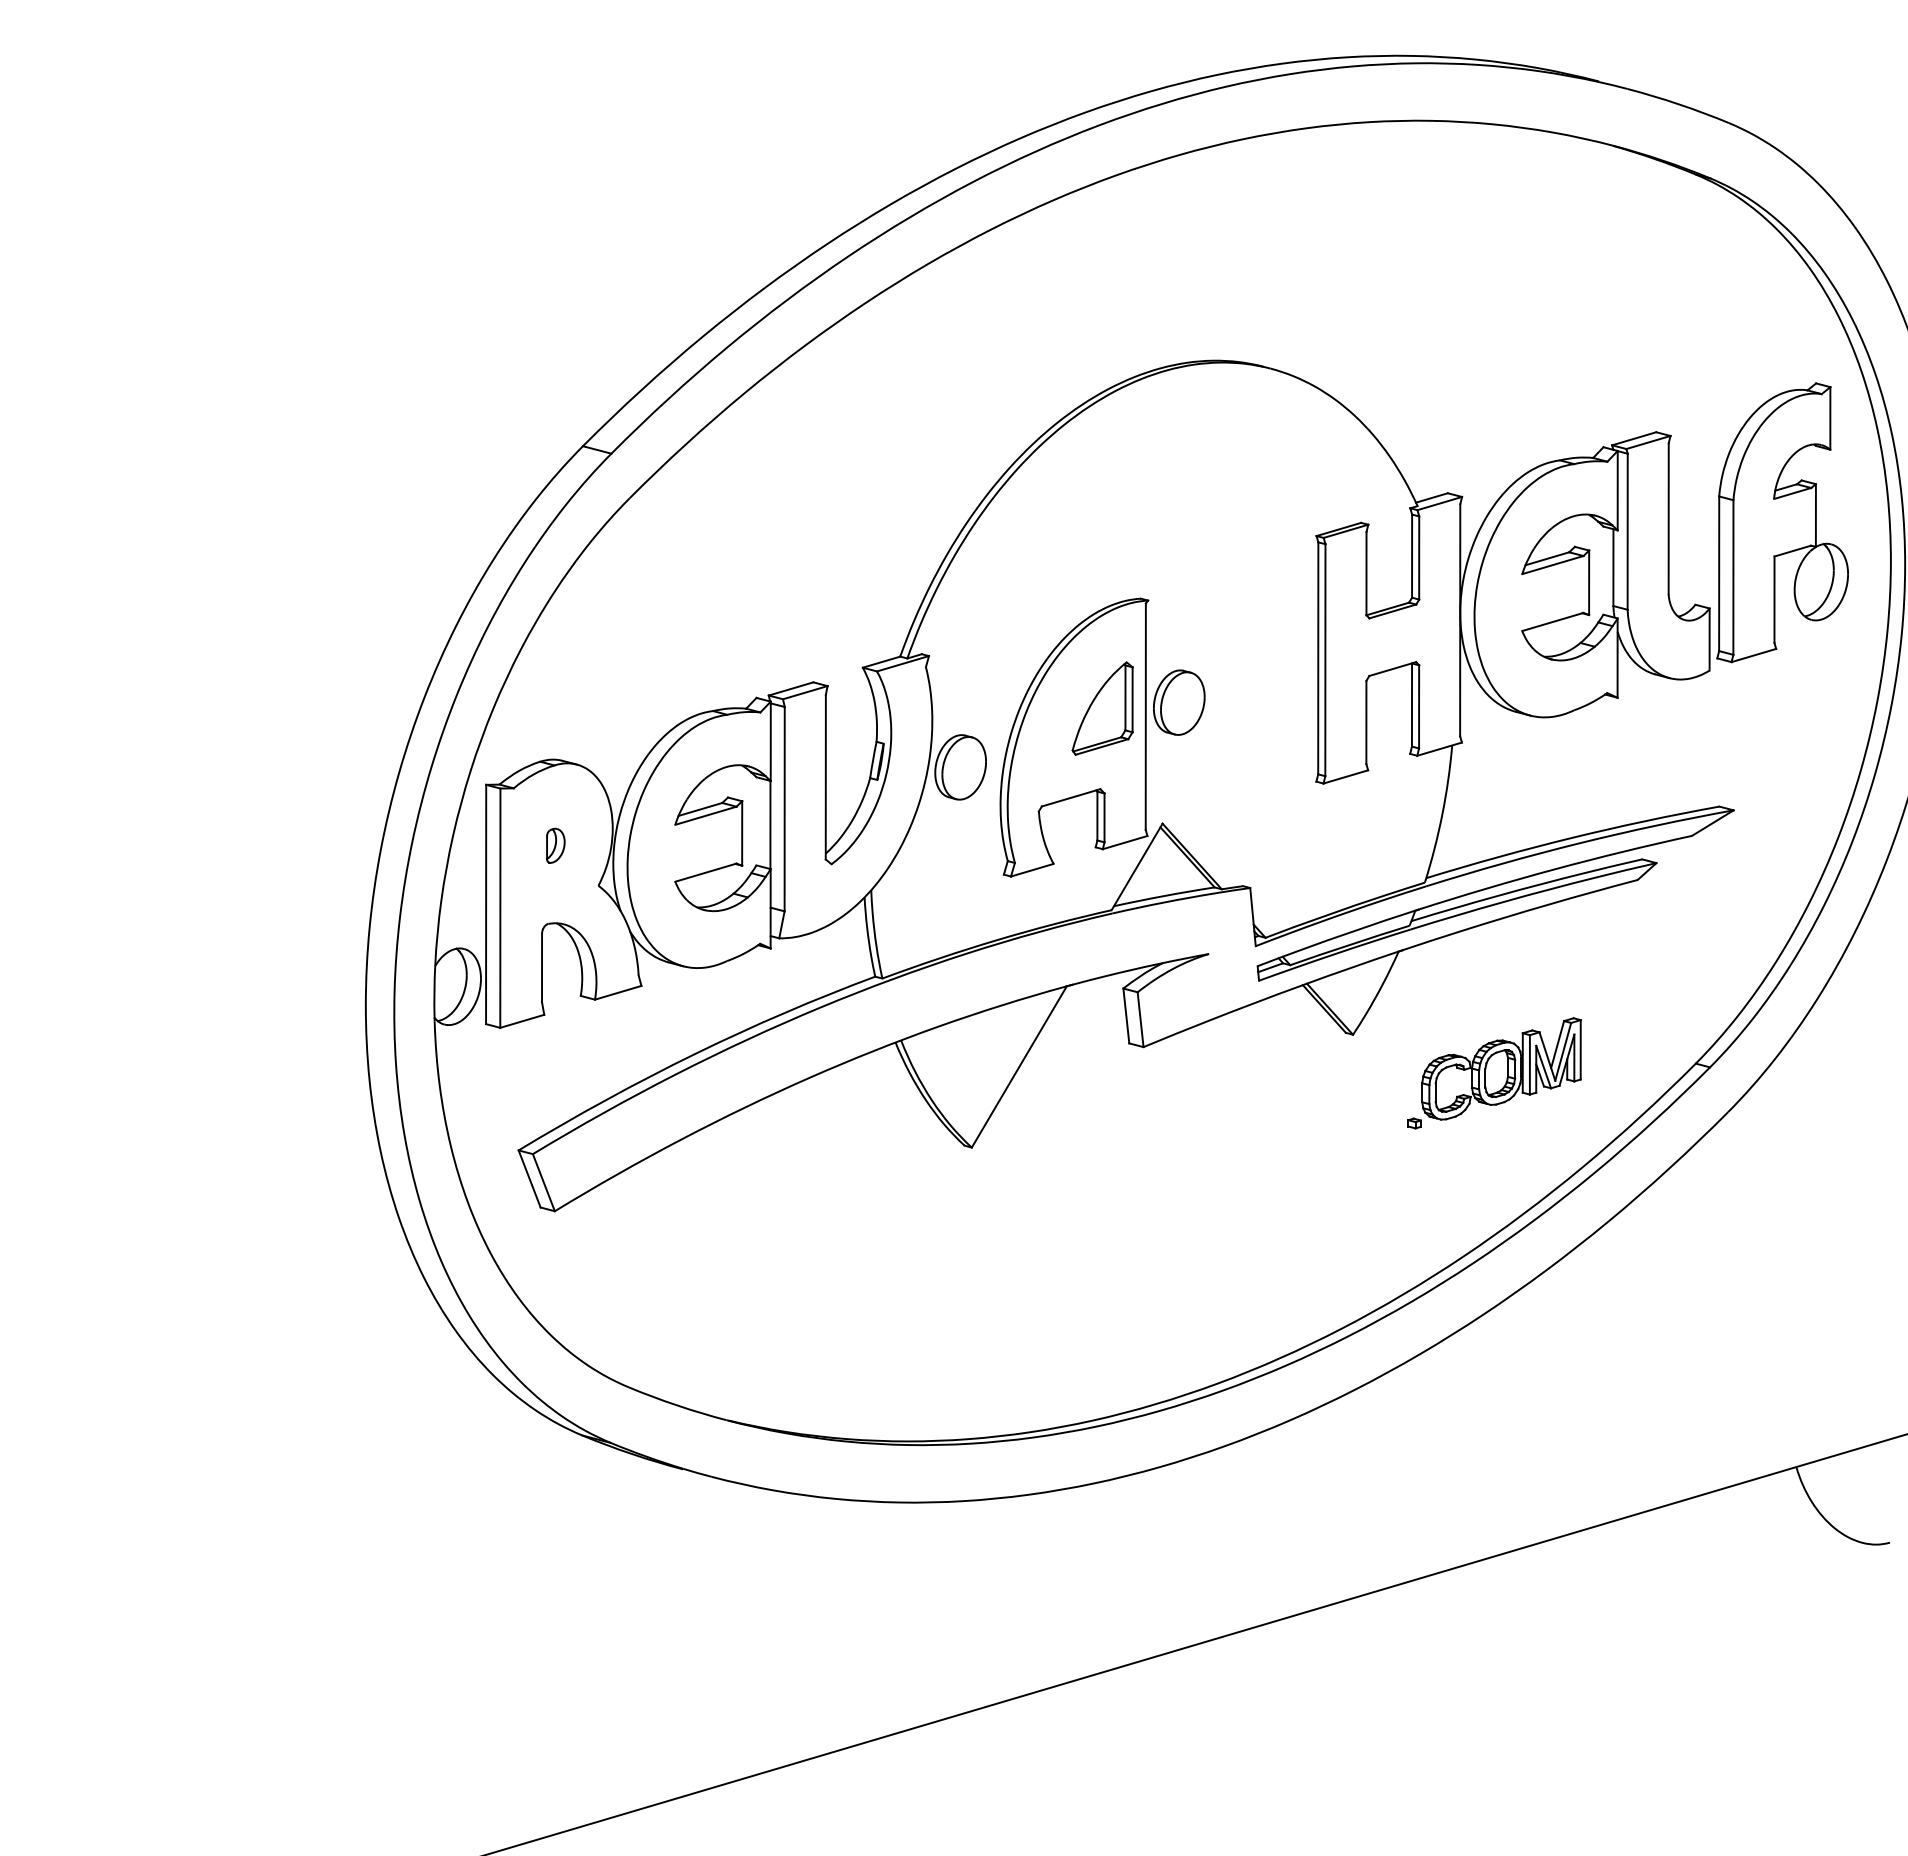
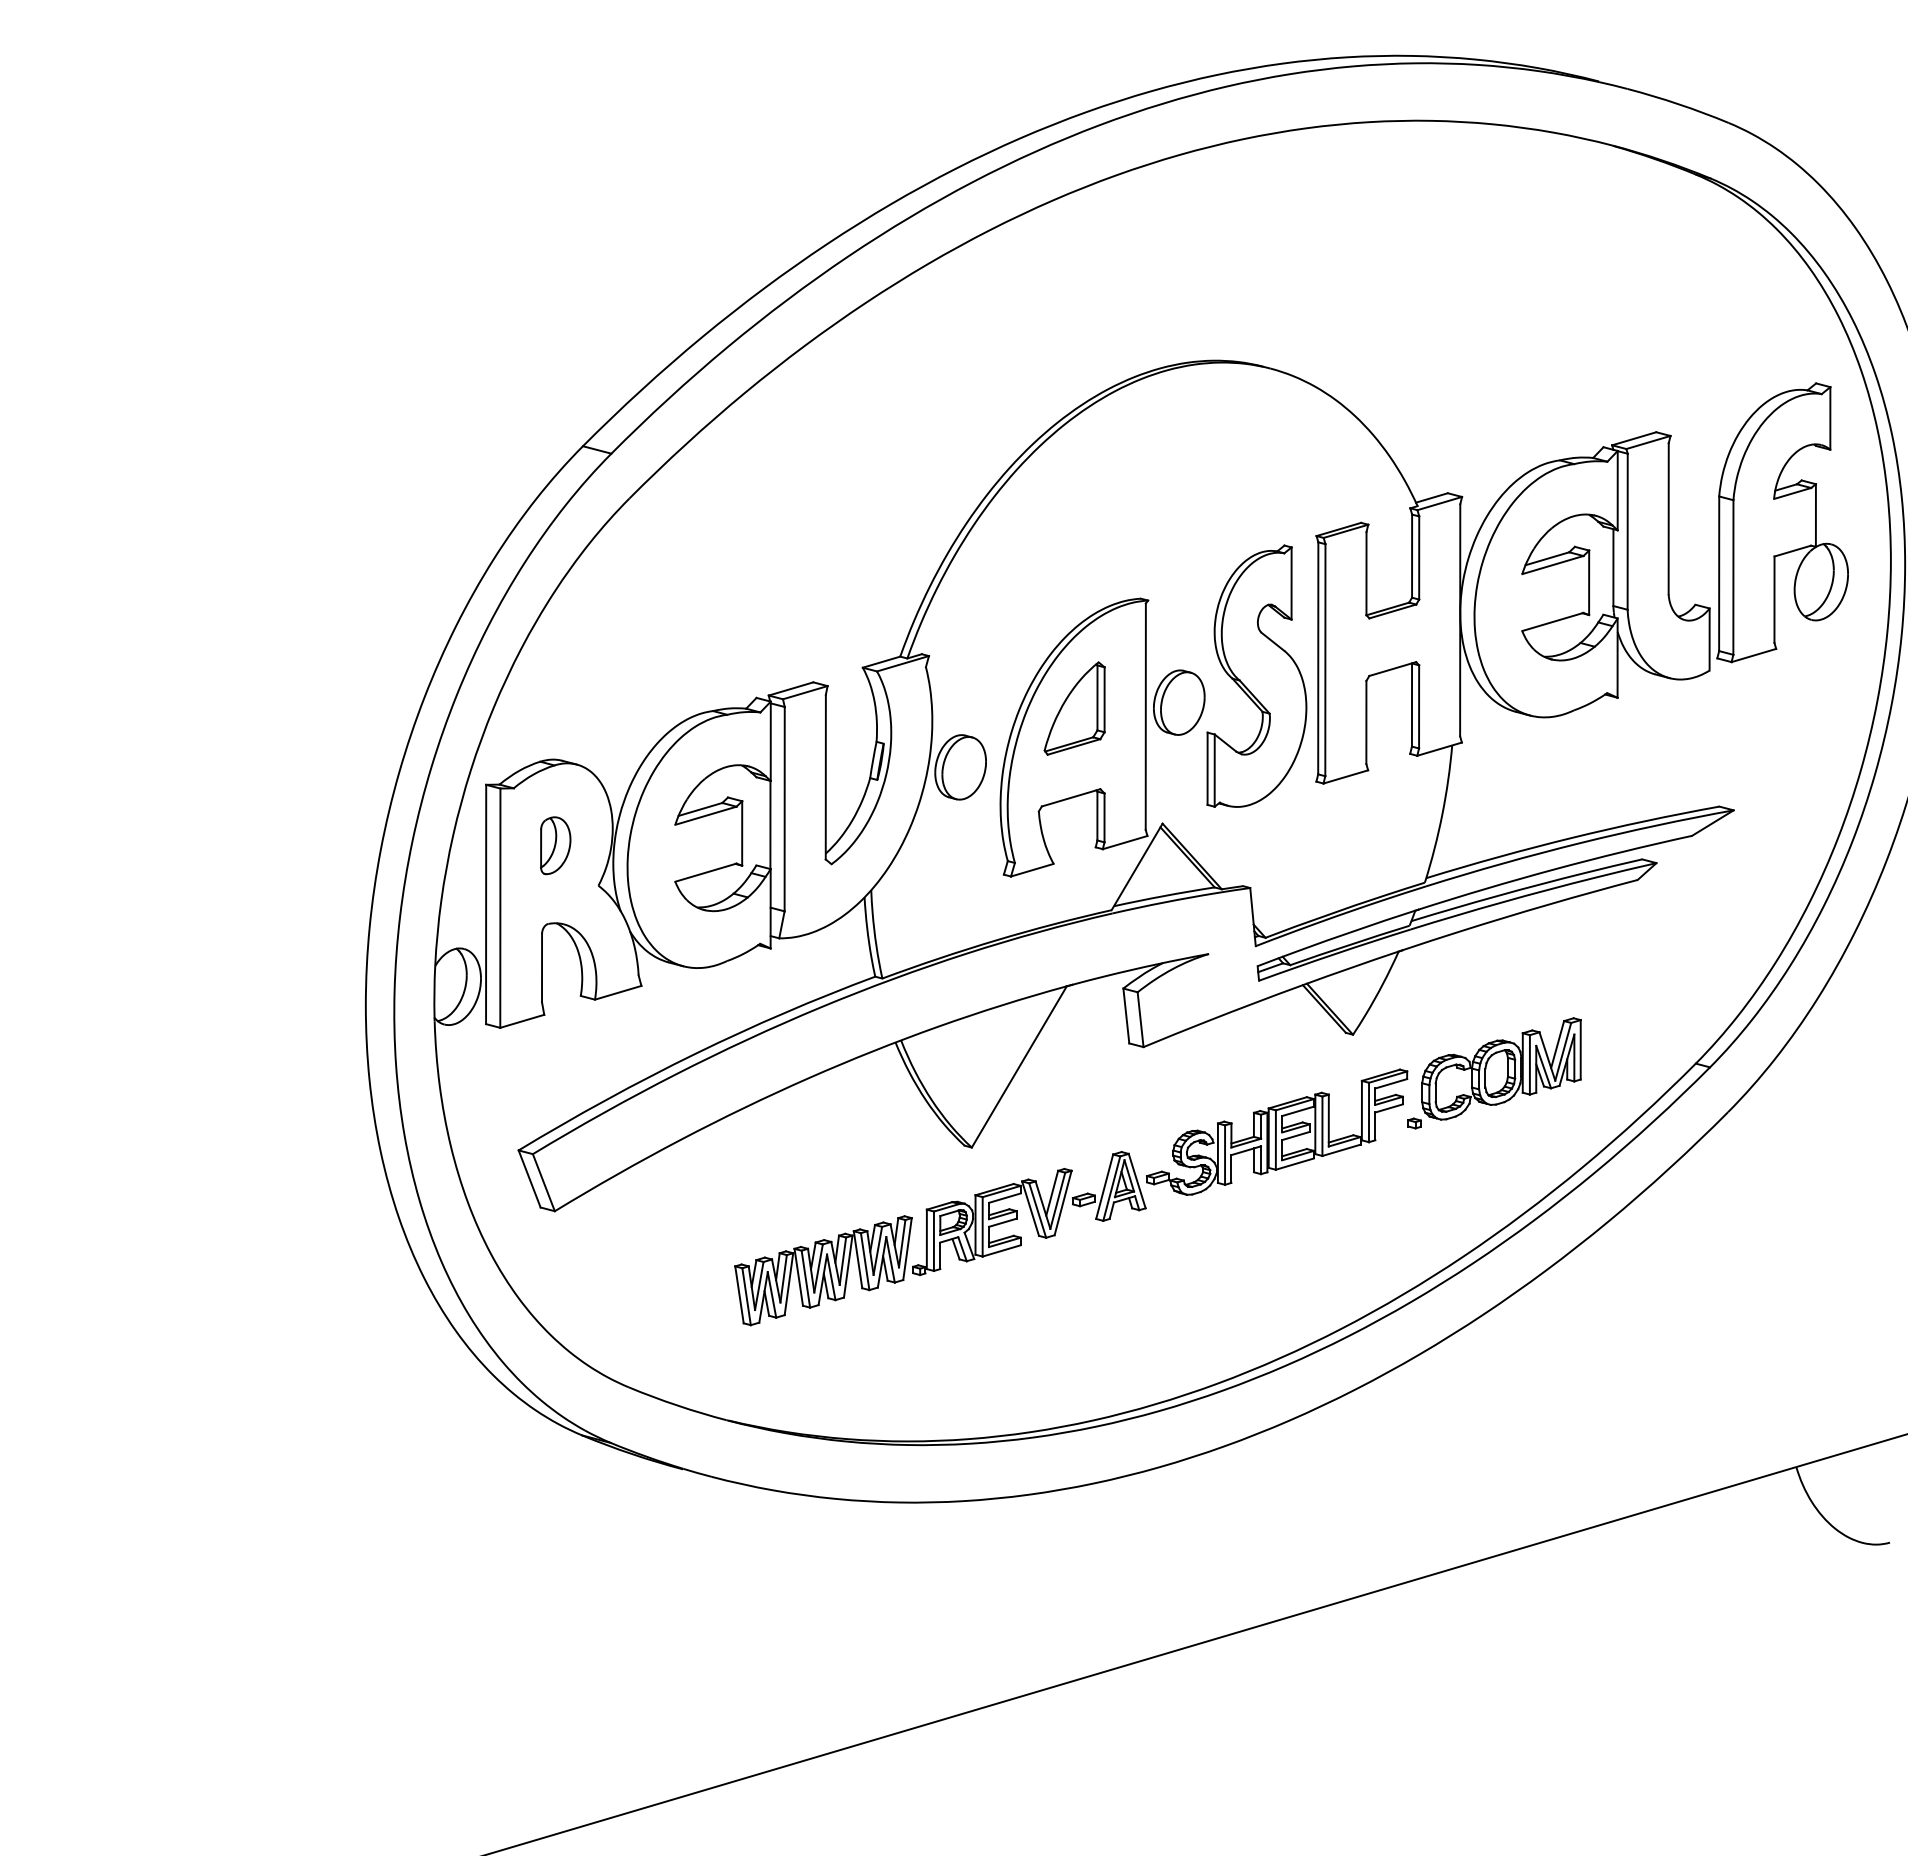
part at (1256, 675): none -> present
part at (1102, 708) position: (1102, 708) -> (1074, 708)
part at (555, 845) size: 20x37 px -> 32x60 px
part at (1071, 1197): none -> present
